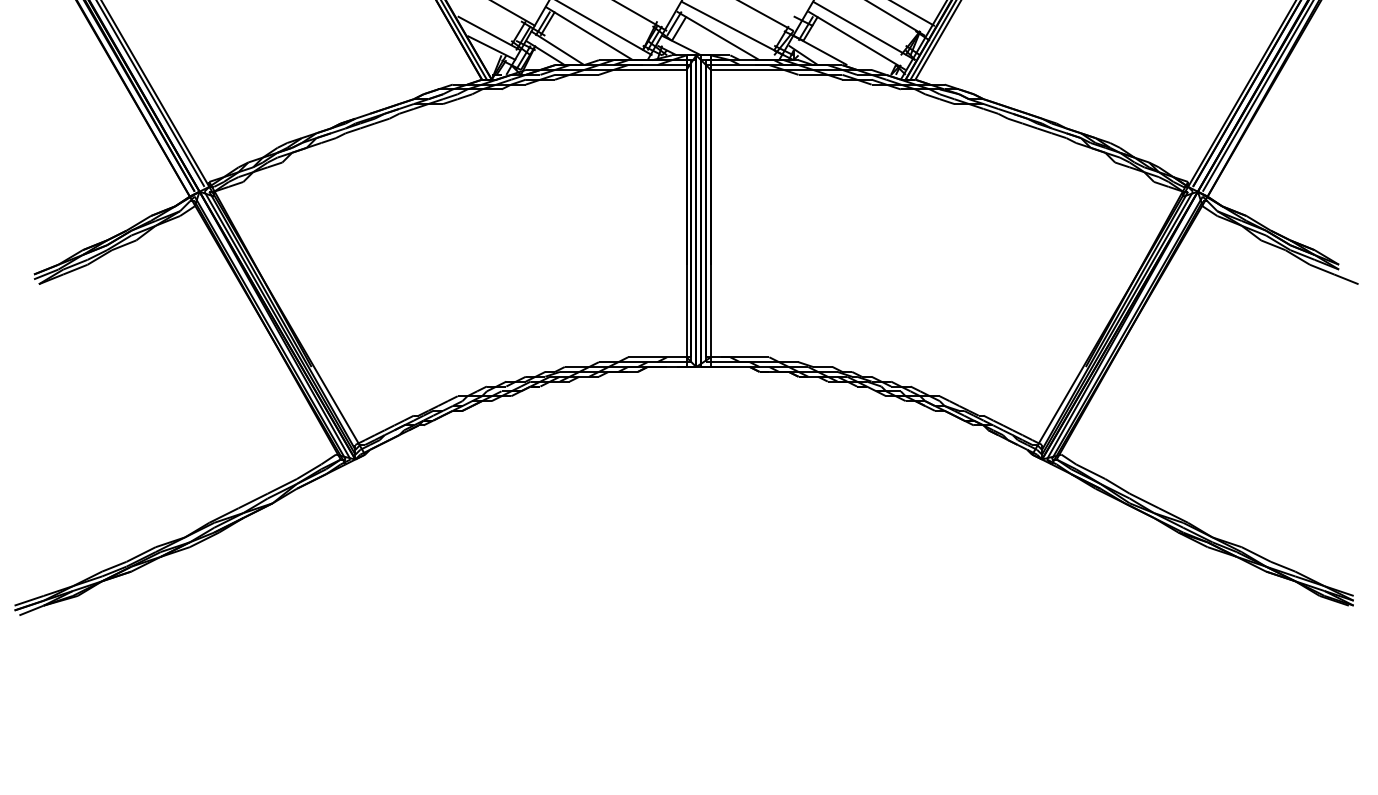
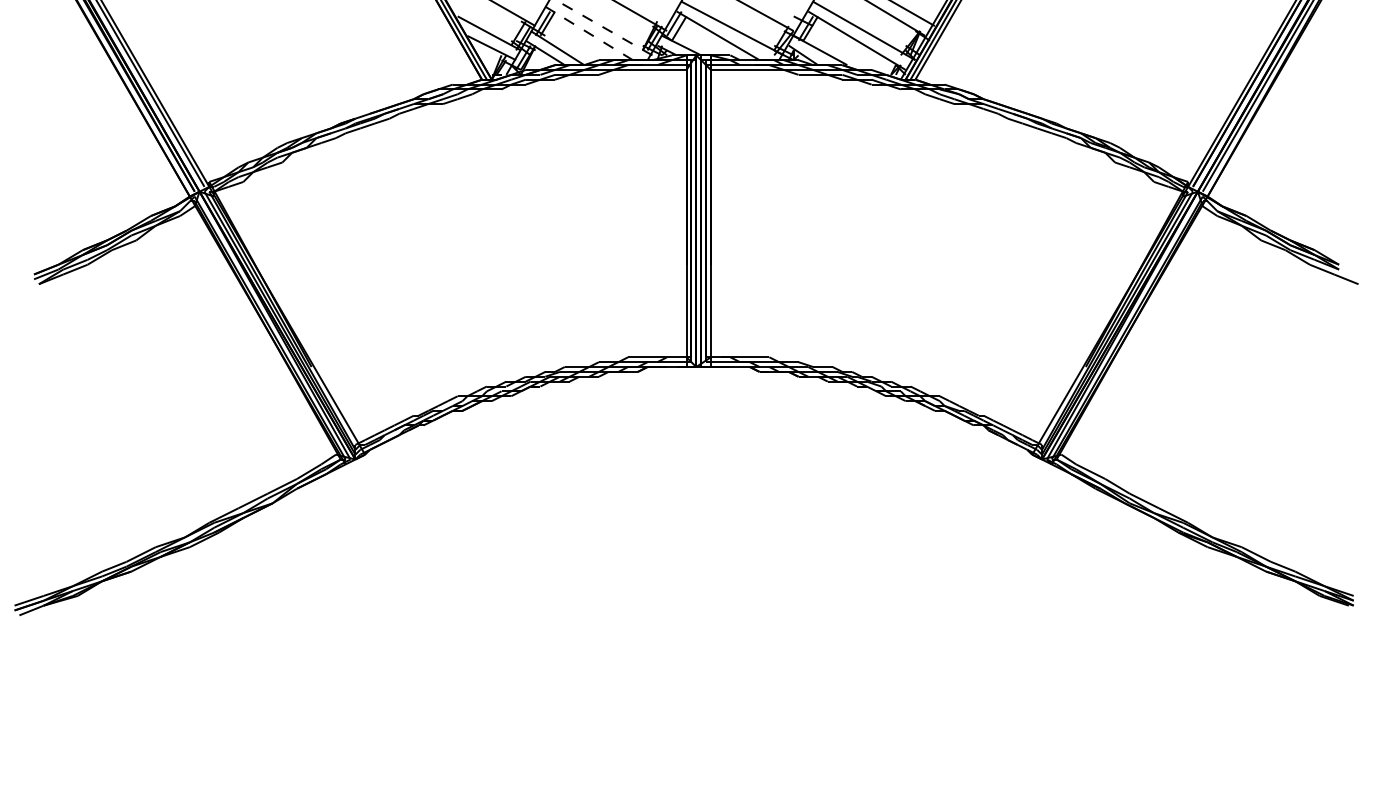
line at (603, 27): solid -> dashed
line at (588, 33): solid -> dashed
